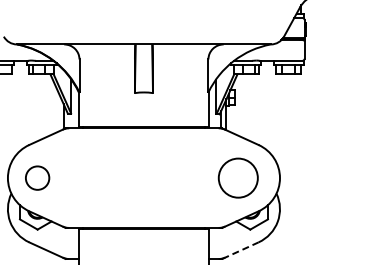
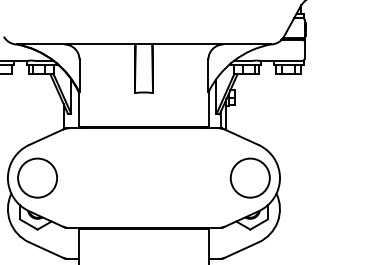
circle at (37, 177) diameter: 23 px -> 39 px
circle at (237, 177) position: (237, 177) -> (249, 177)
line at (240, 250): dashed -> solid
